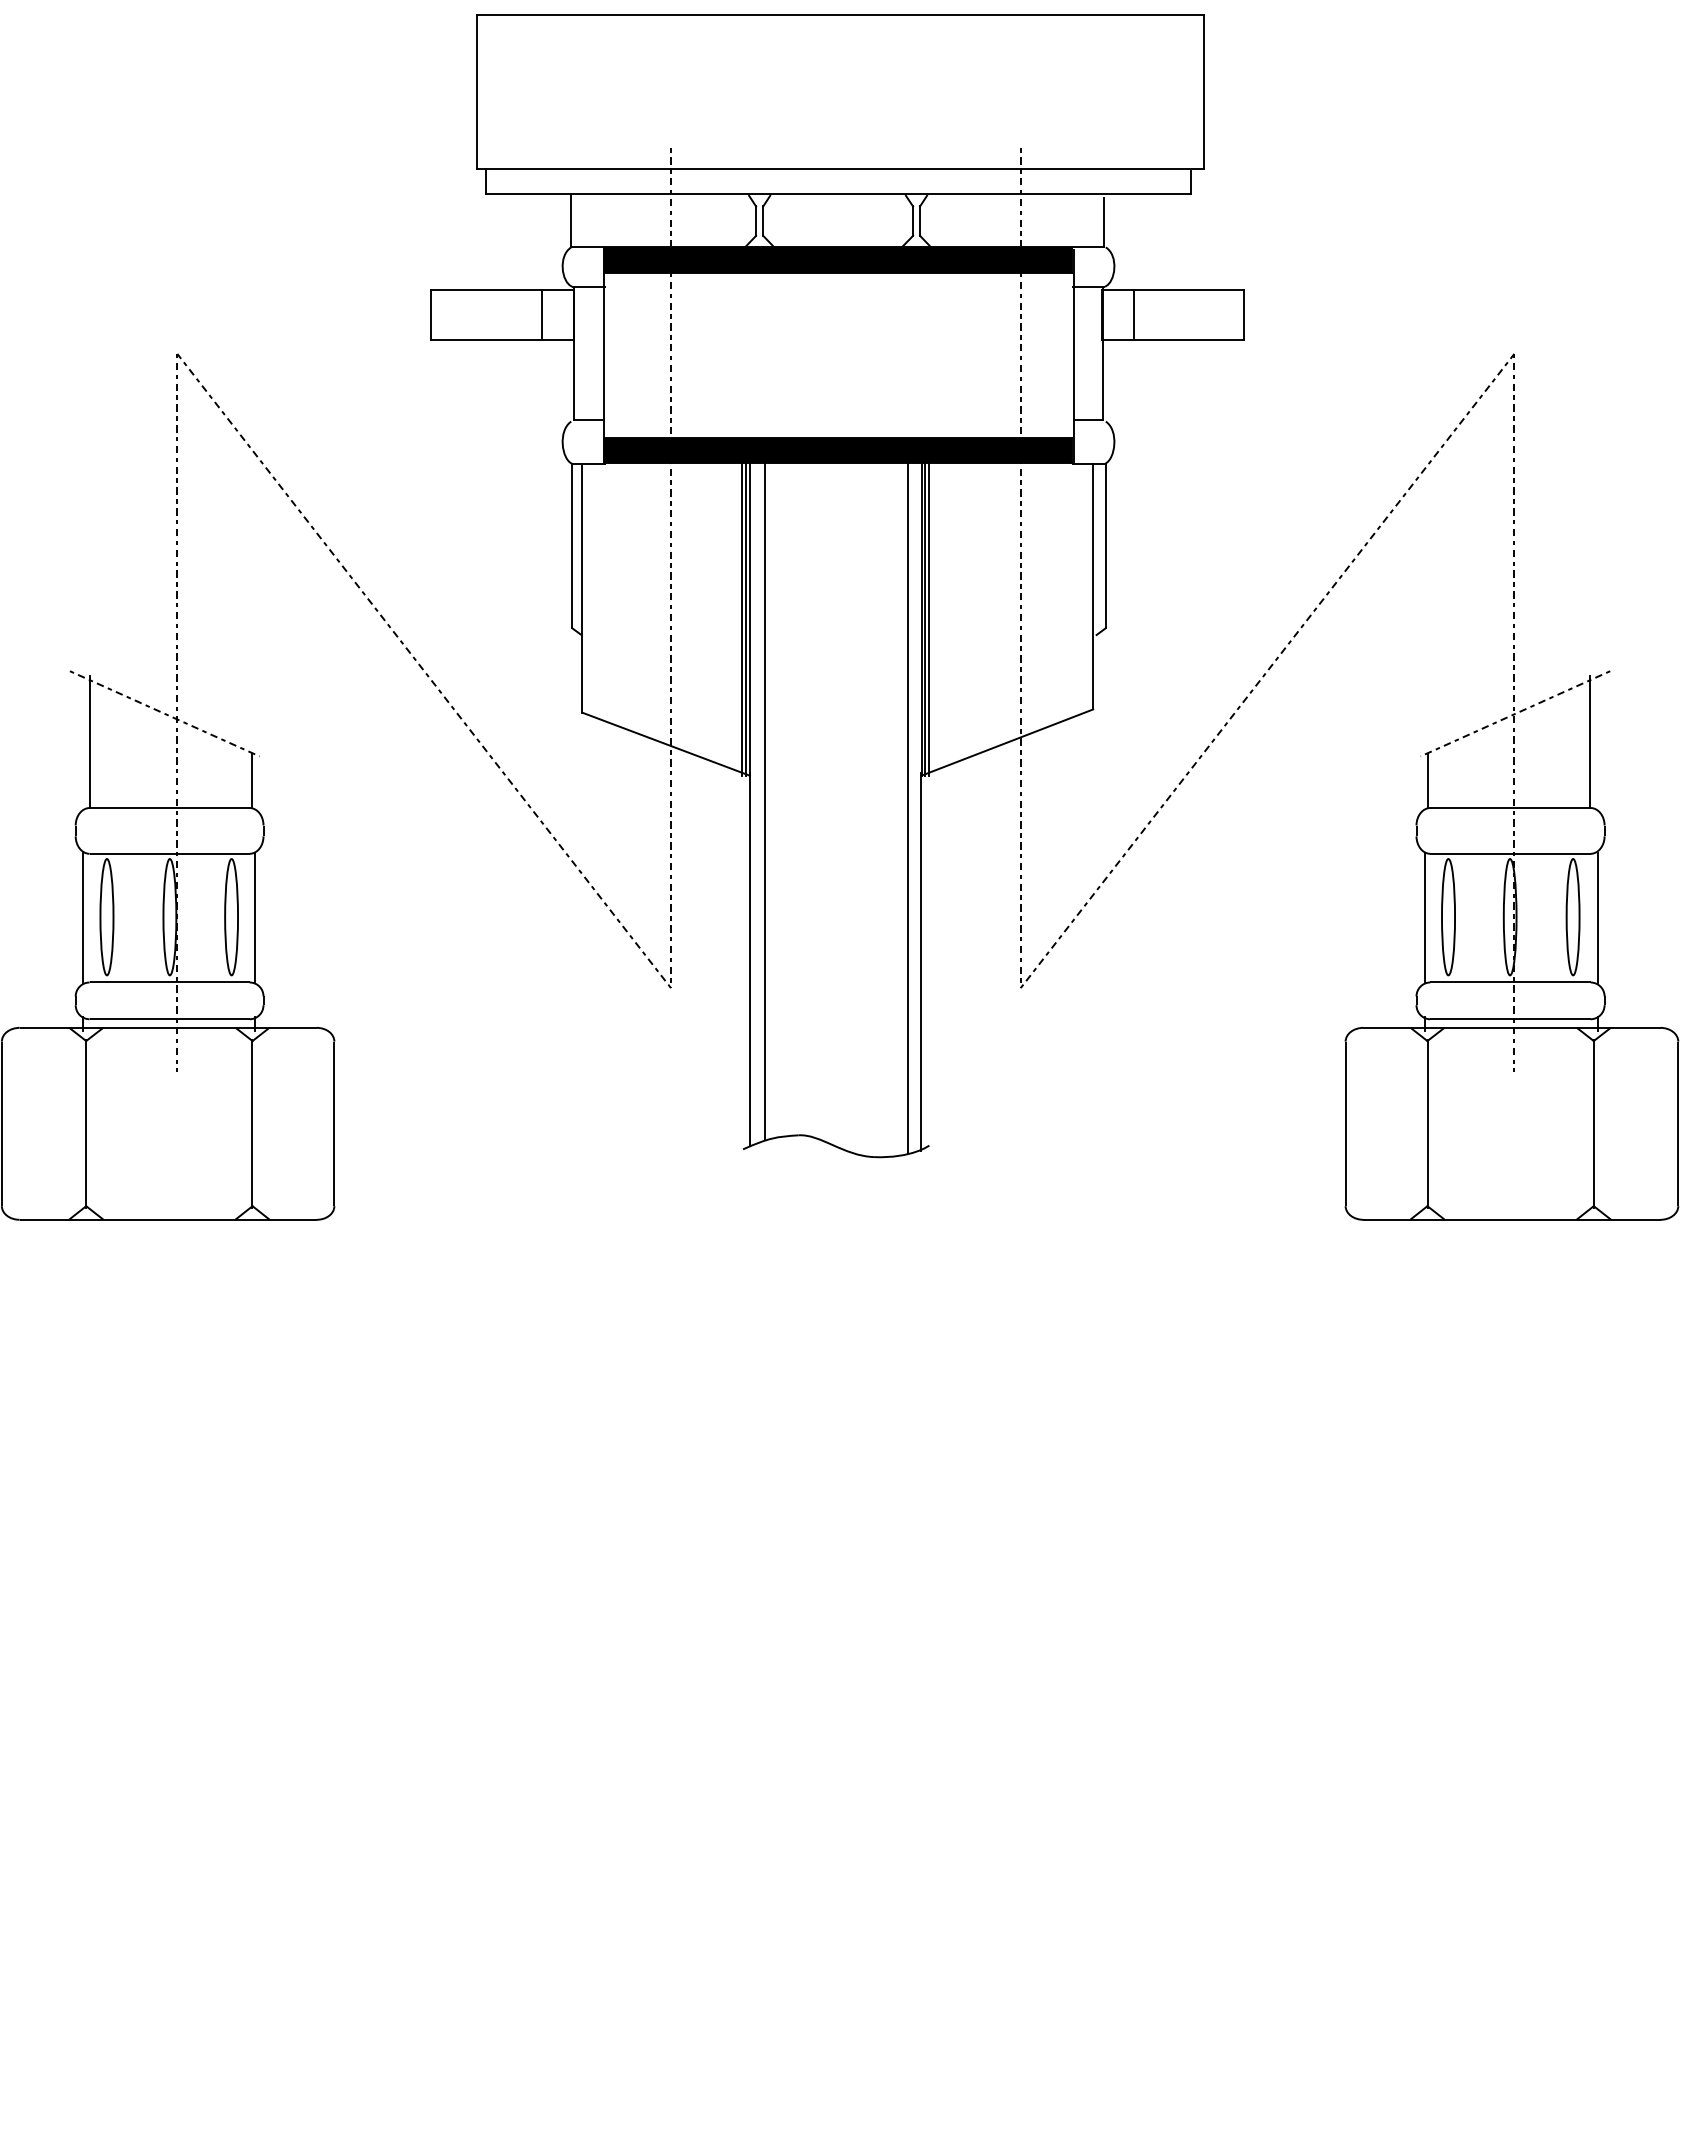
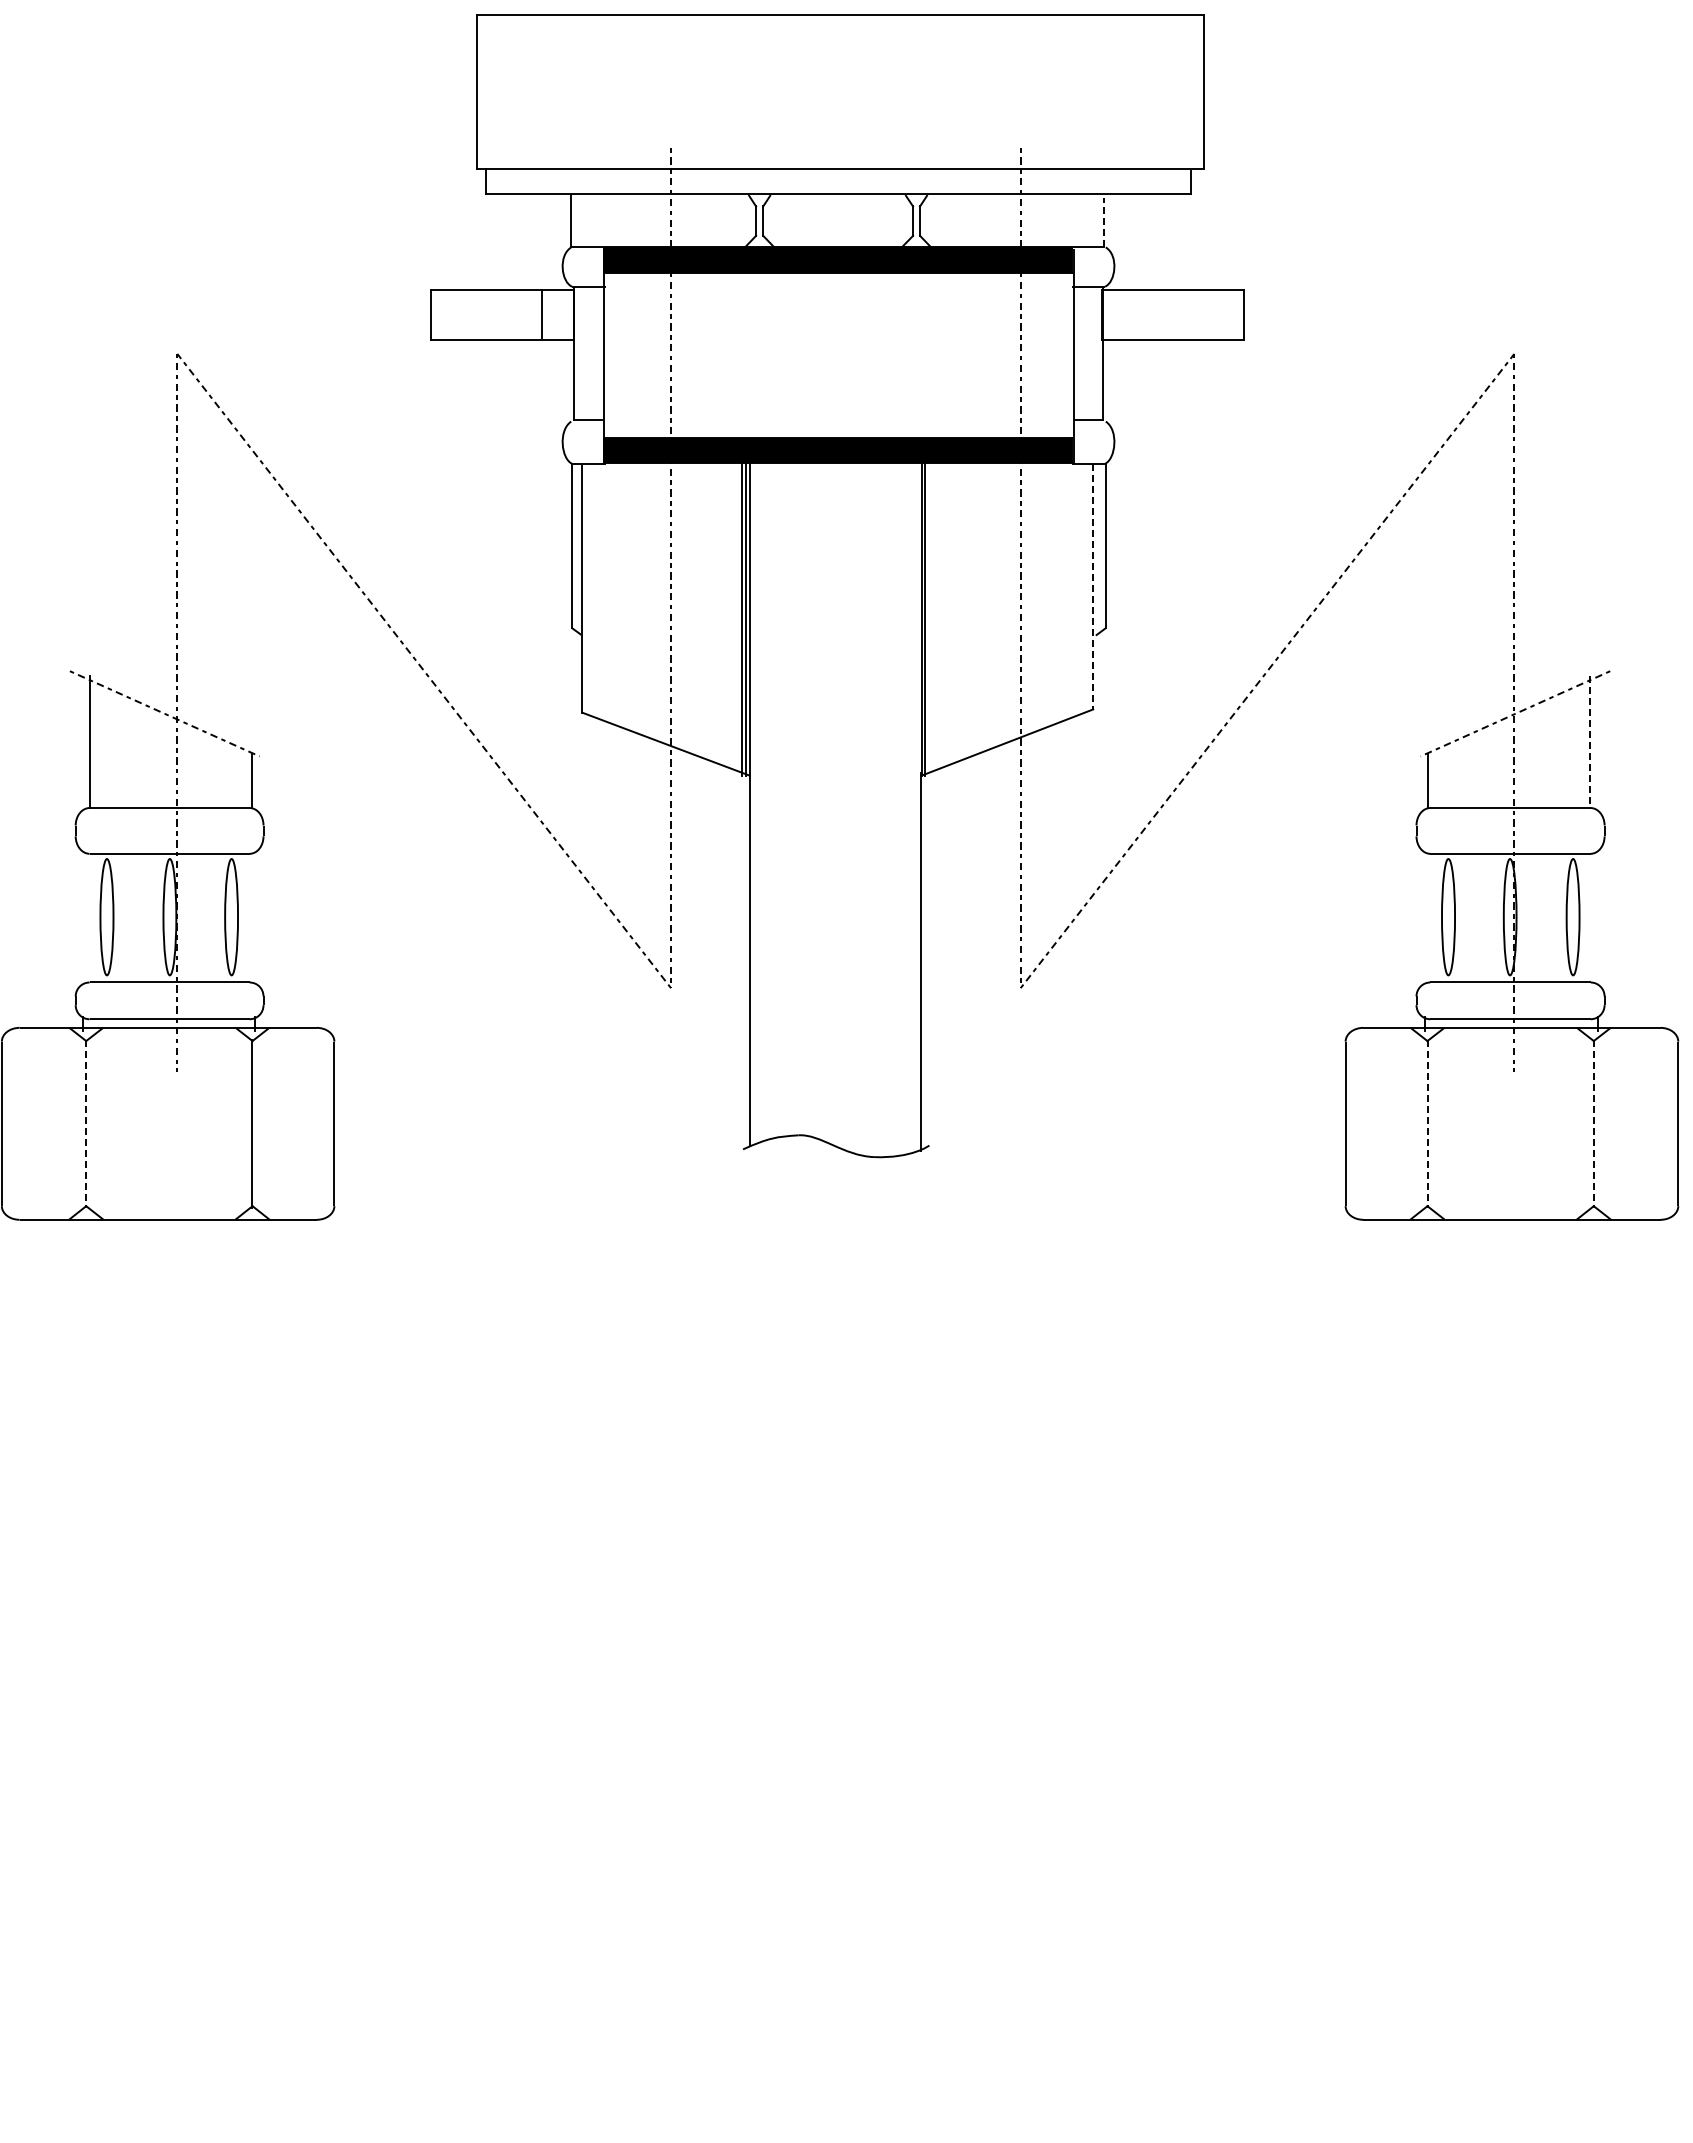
line at (1104, 222): solid -> dashed
line at (1133, 313): present -> none
line at (1093, 586): solid -> dashed
line at (929, 617): present -> none
line at (1589, 742): solid -> dashed
line at (765, 797): present -> none
line at (907, 804): present -> none
line at (82, 917): present -> none
line at (255, 917): present -> none
line at (1424, 917): present -> none
line at (1597, 917): present -> none
line at (86, 1124): solid -> dashed
line at (1427, 1124): solid -> dashed
line at (1593, 1124): solid -> dashed
